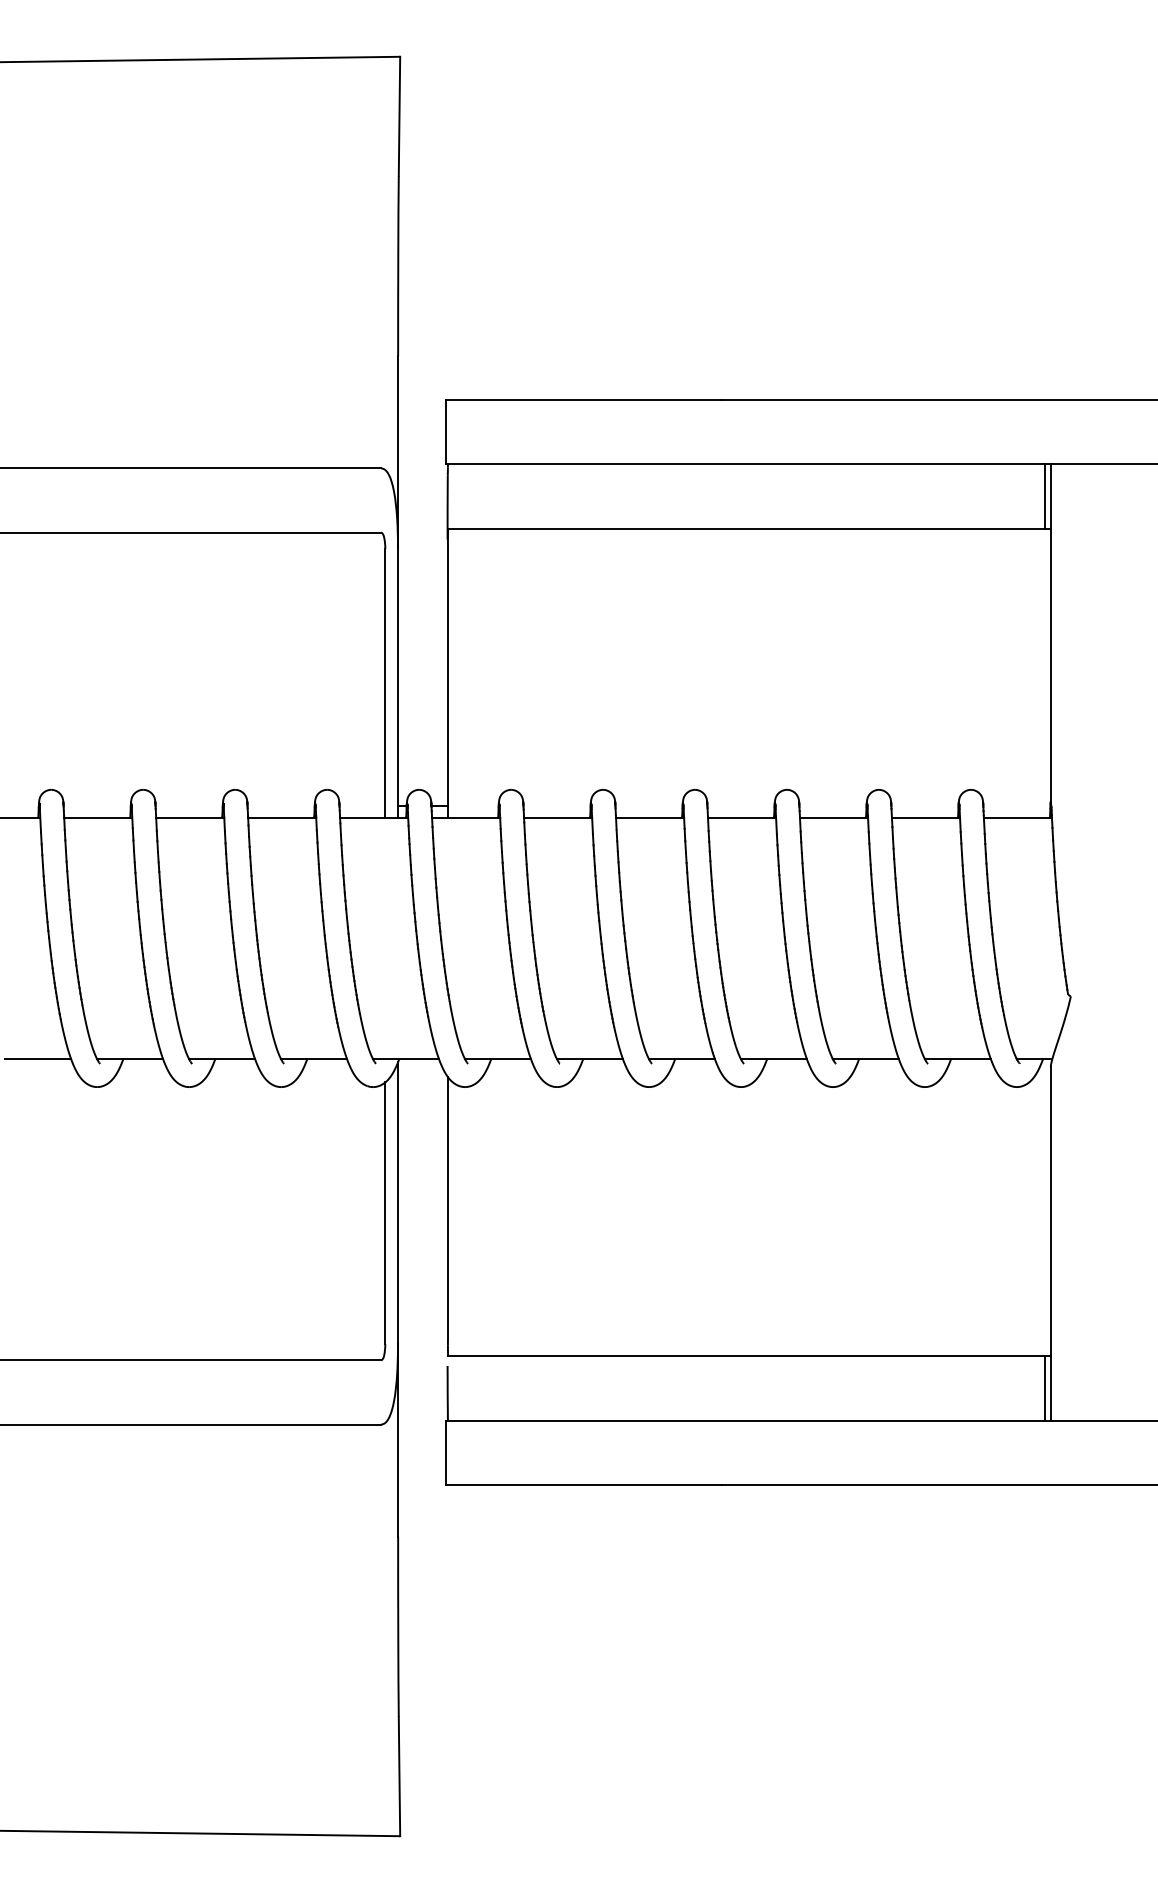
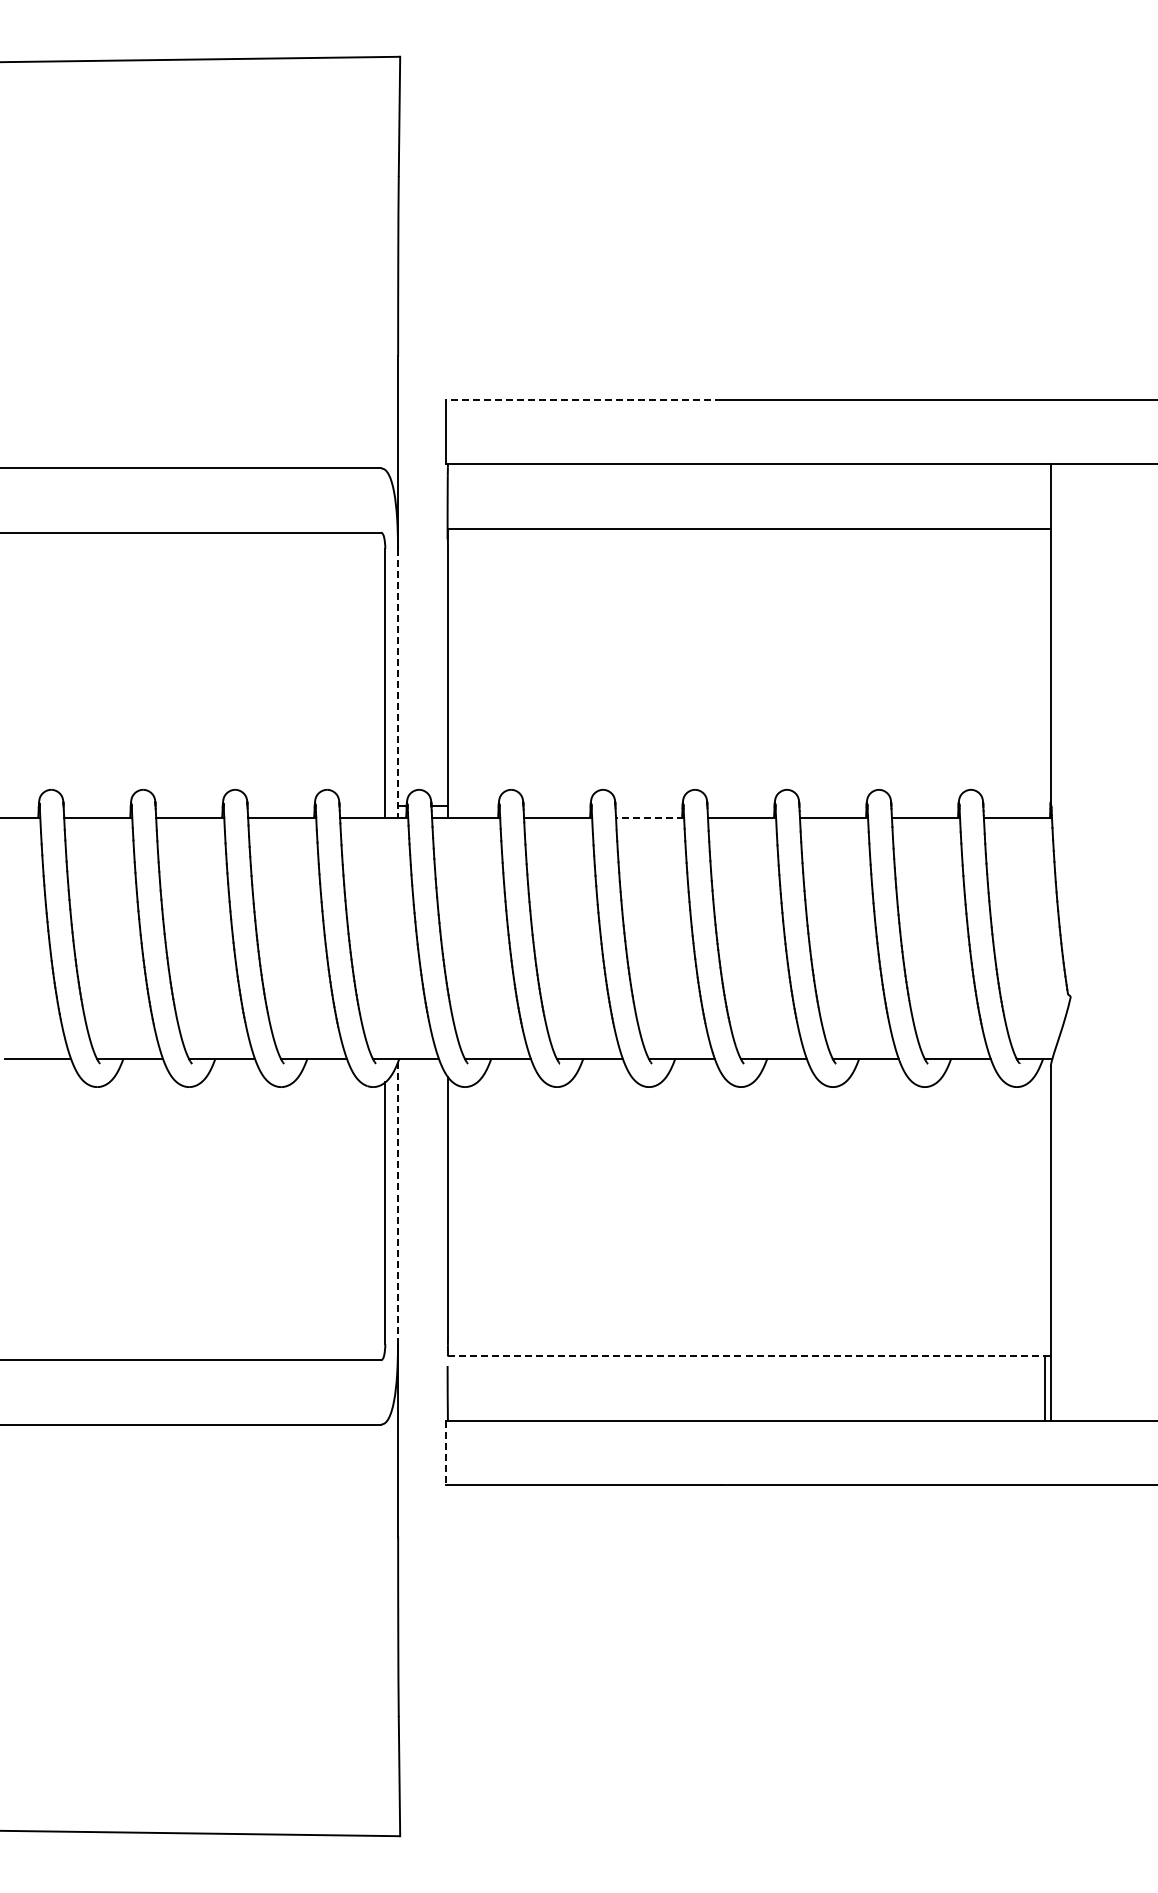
line at (584, 400): solid -> dashed
line at (1044, 496): present -> none
line at (398, 683): solid -> dashed
line at (649, 817): solid -> dashed
line at (398, 1203): solid -> dashed
line at (749, 1356): solid -> dashed
line at (446, 1453): solid -> dashed
